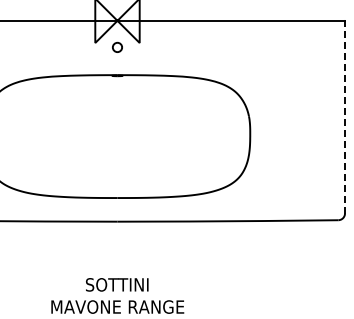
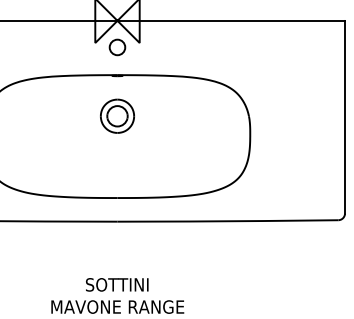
circle at (117, 46) size: 11x12 px -> 19x19 px
part at (117, 115): none -> present
line at (345, 116): dashed -> solid
